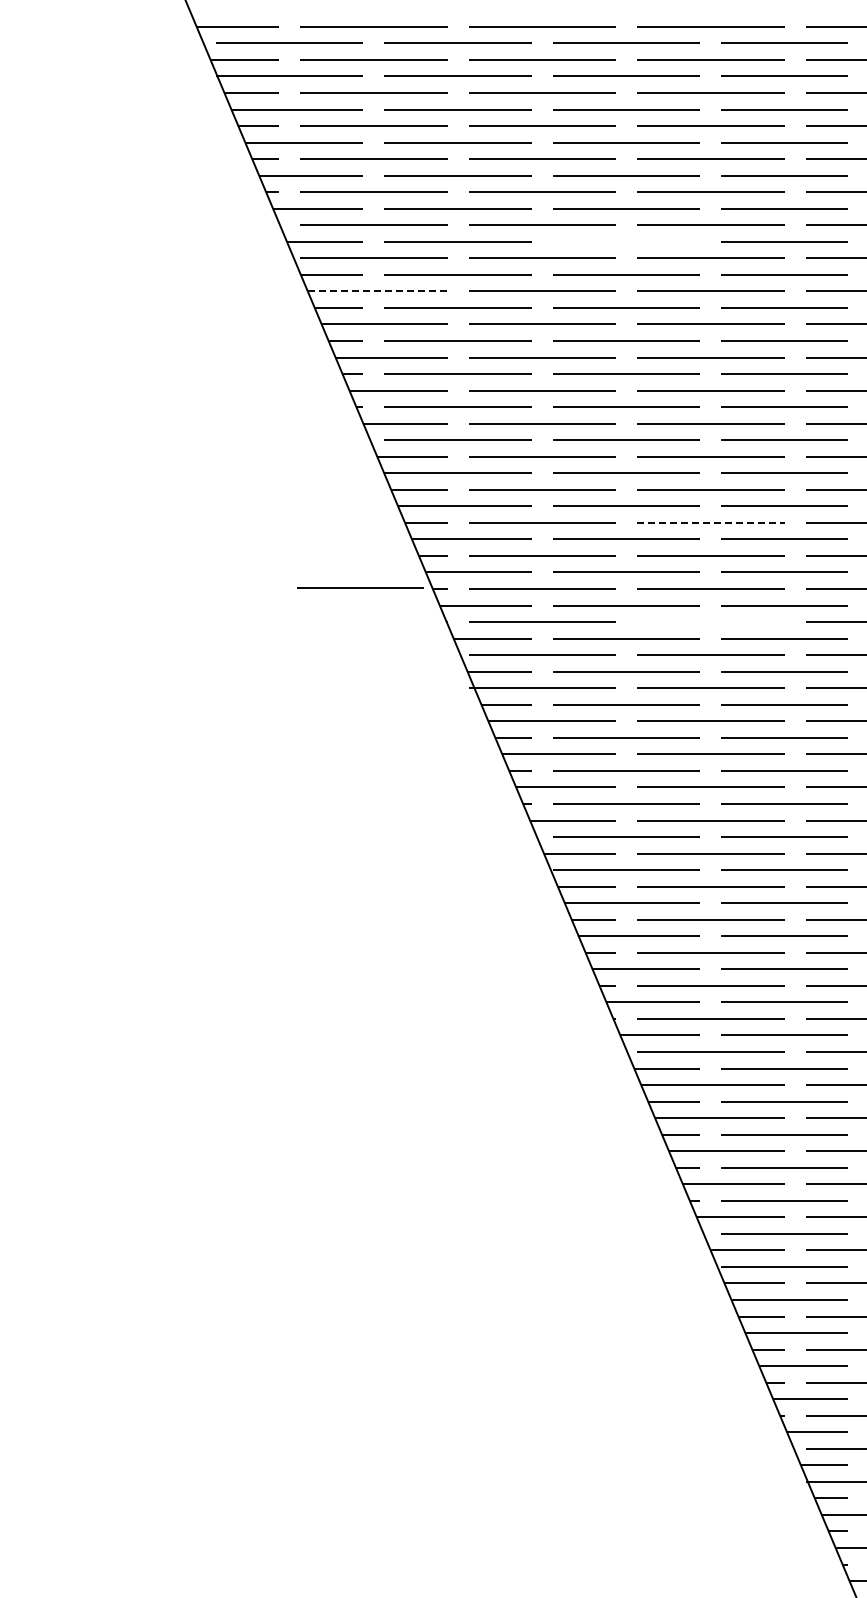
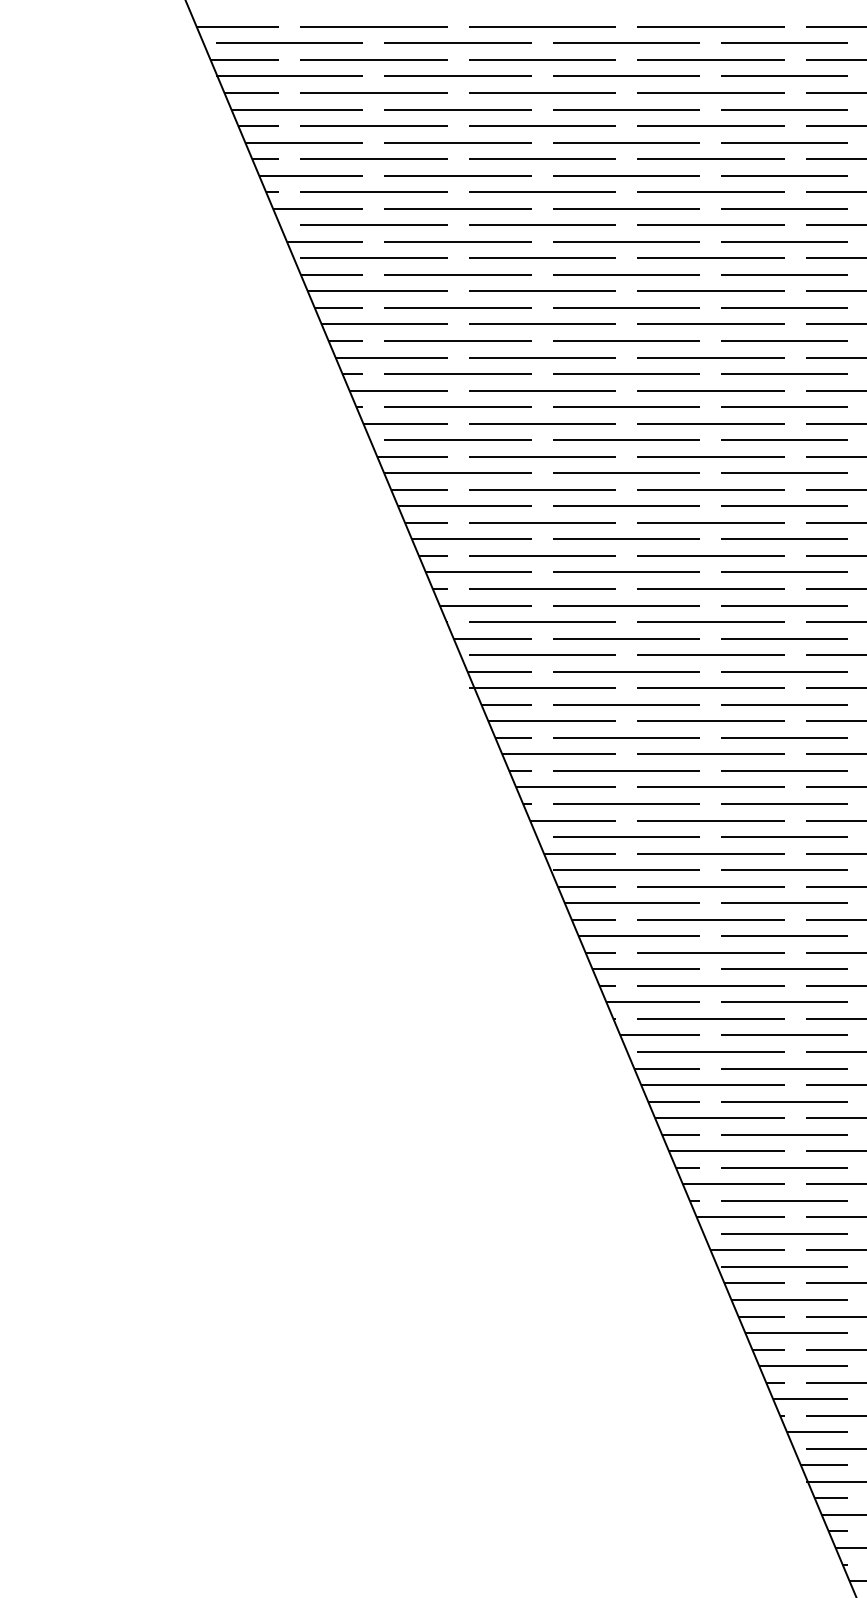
line at (626, 241): none -> present
line at (377, 291): dashed -> solid
line at (710, 522): dashed -> solid
line at (360, 587): present -> none
line at (710, 621): none -> present
